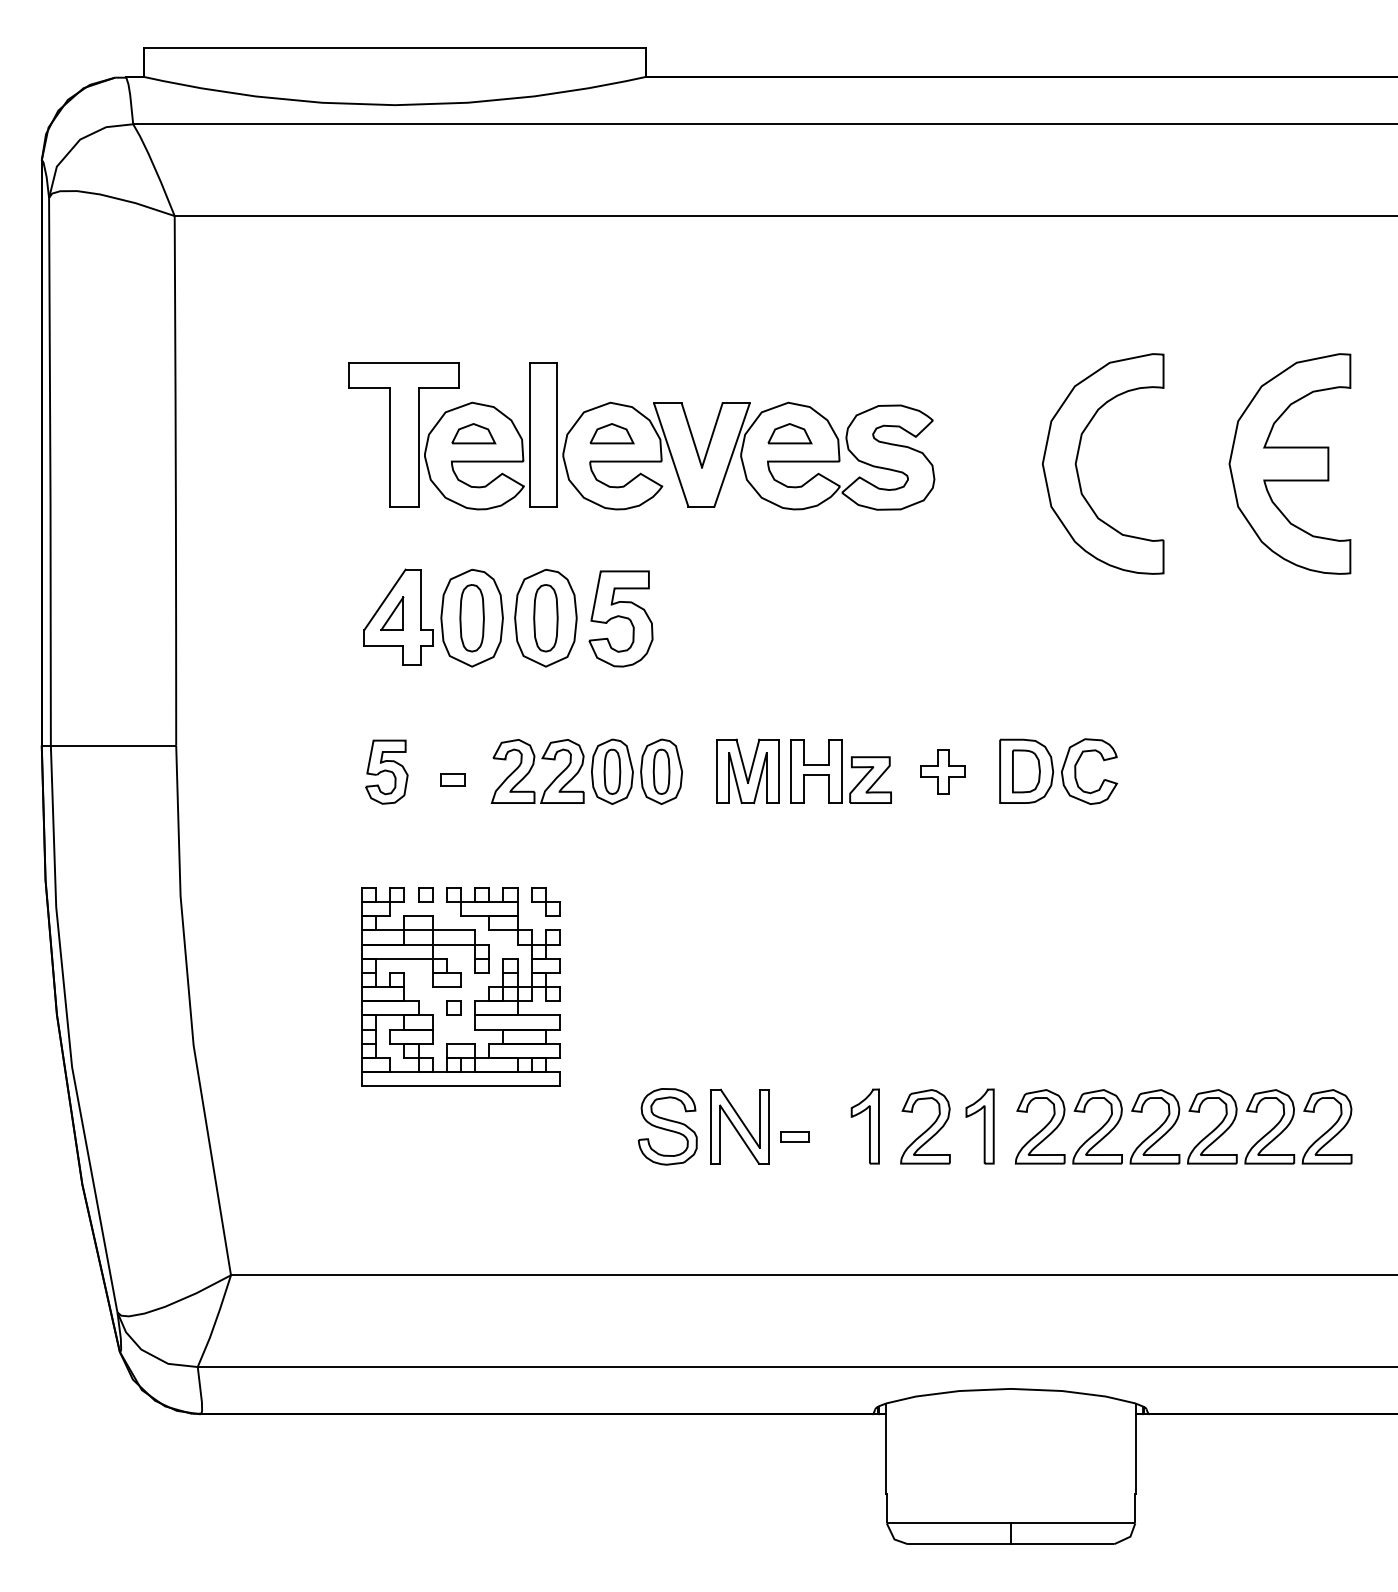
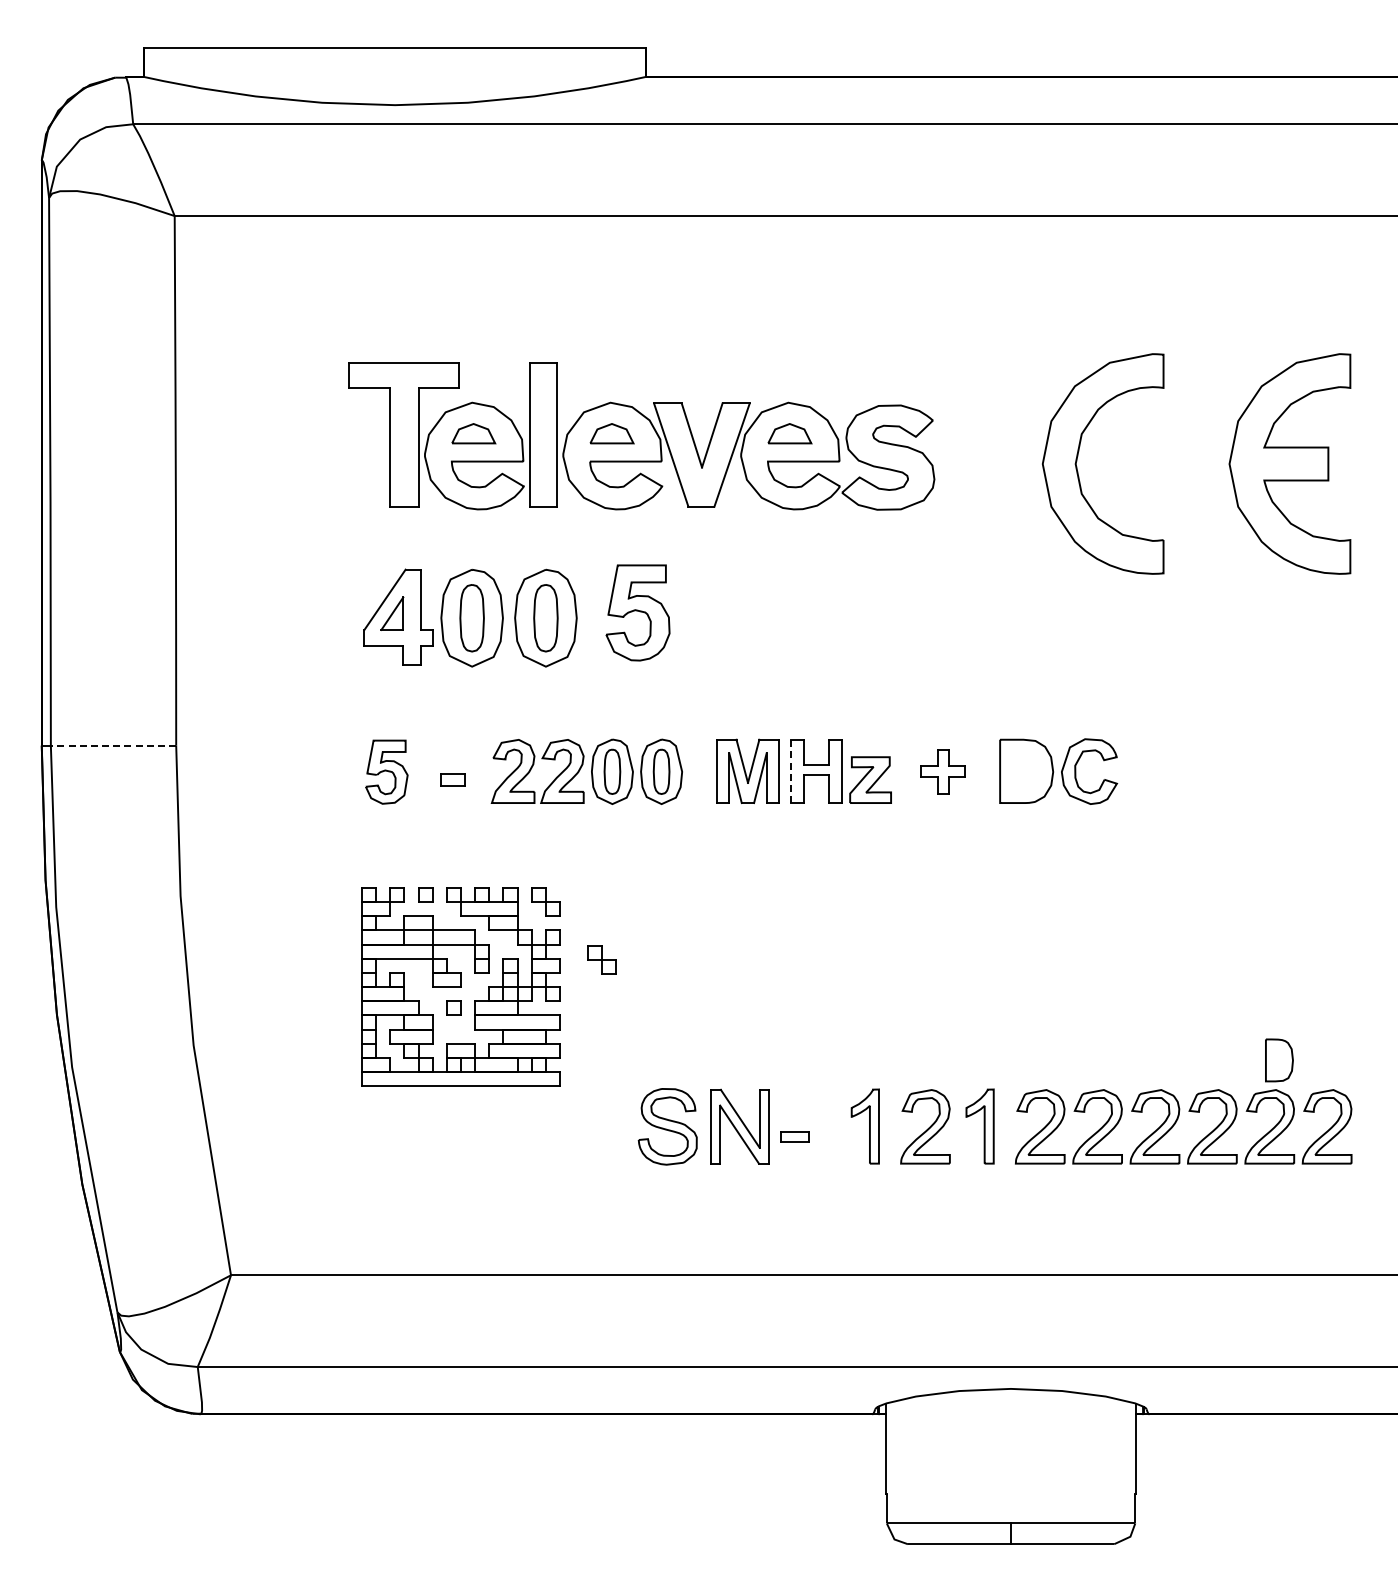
part at (620, 618) position: (620, 618) -> (637, 612)
line at (111, 745): solid -> dashed
line at (791, 771): solid -> dashed
part at (1026, 771) position: (1026, 771) -> (1279, 1060)
part at (601, 959): none -> present
